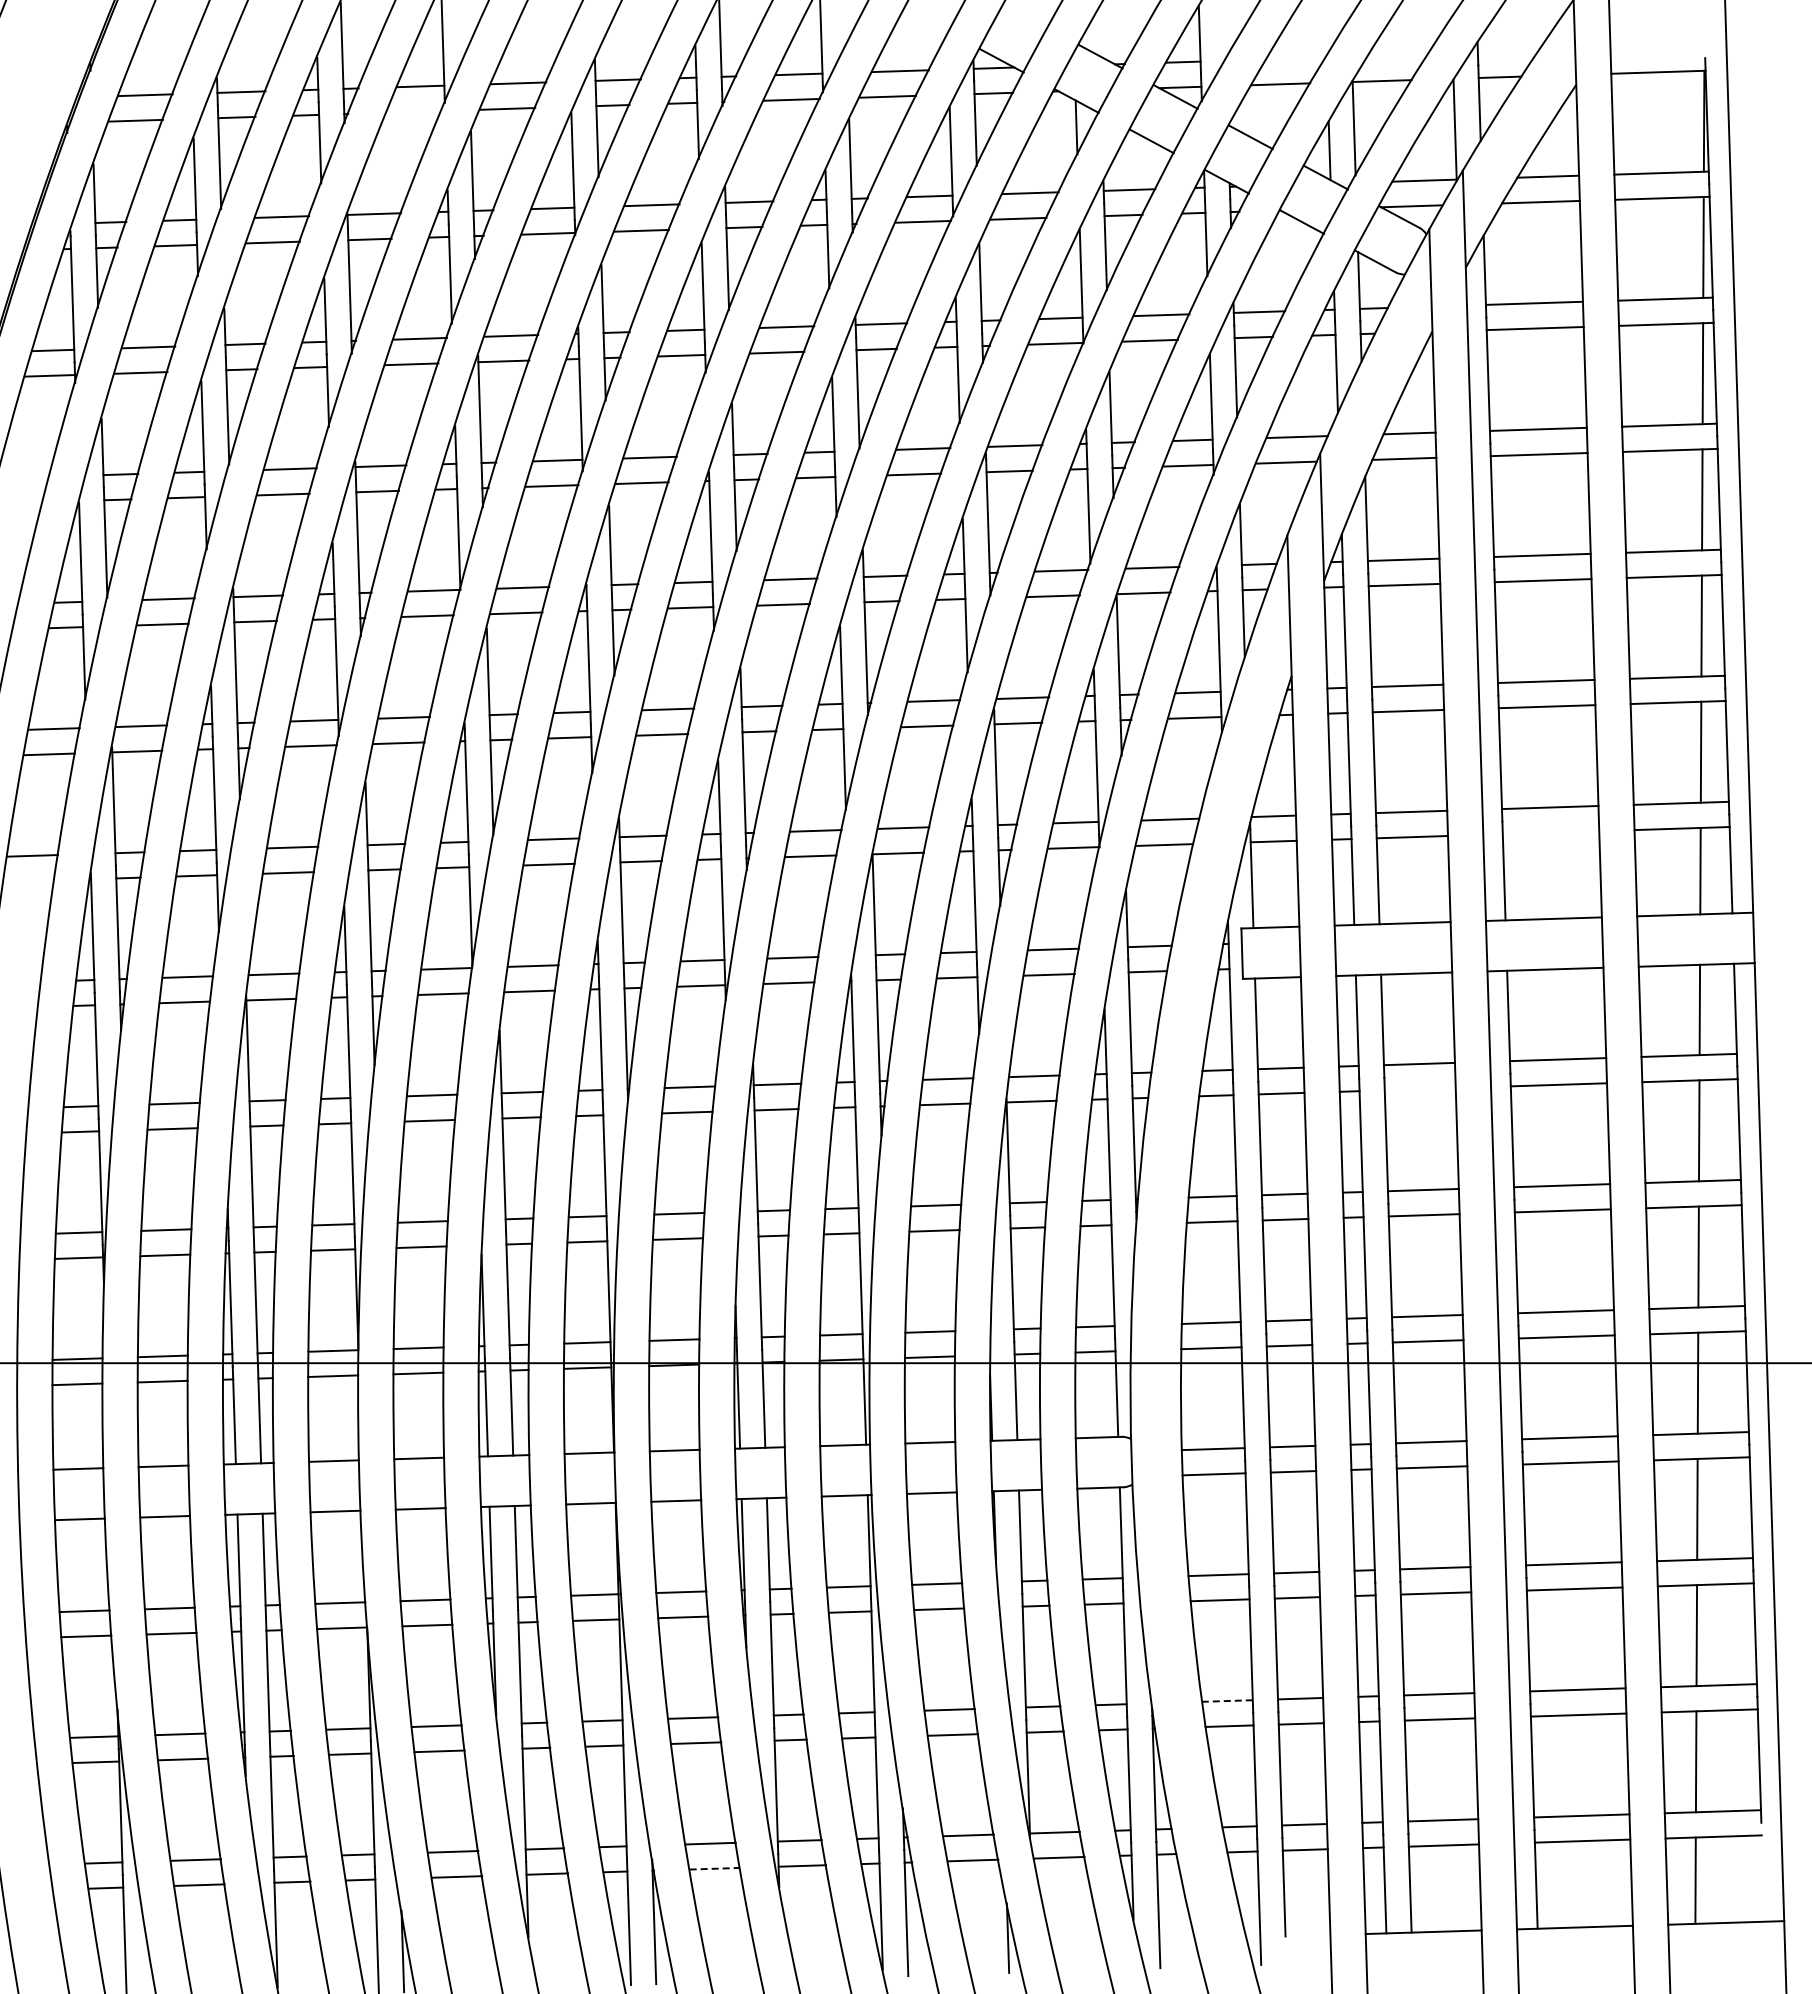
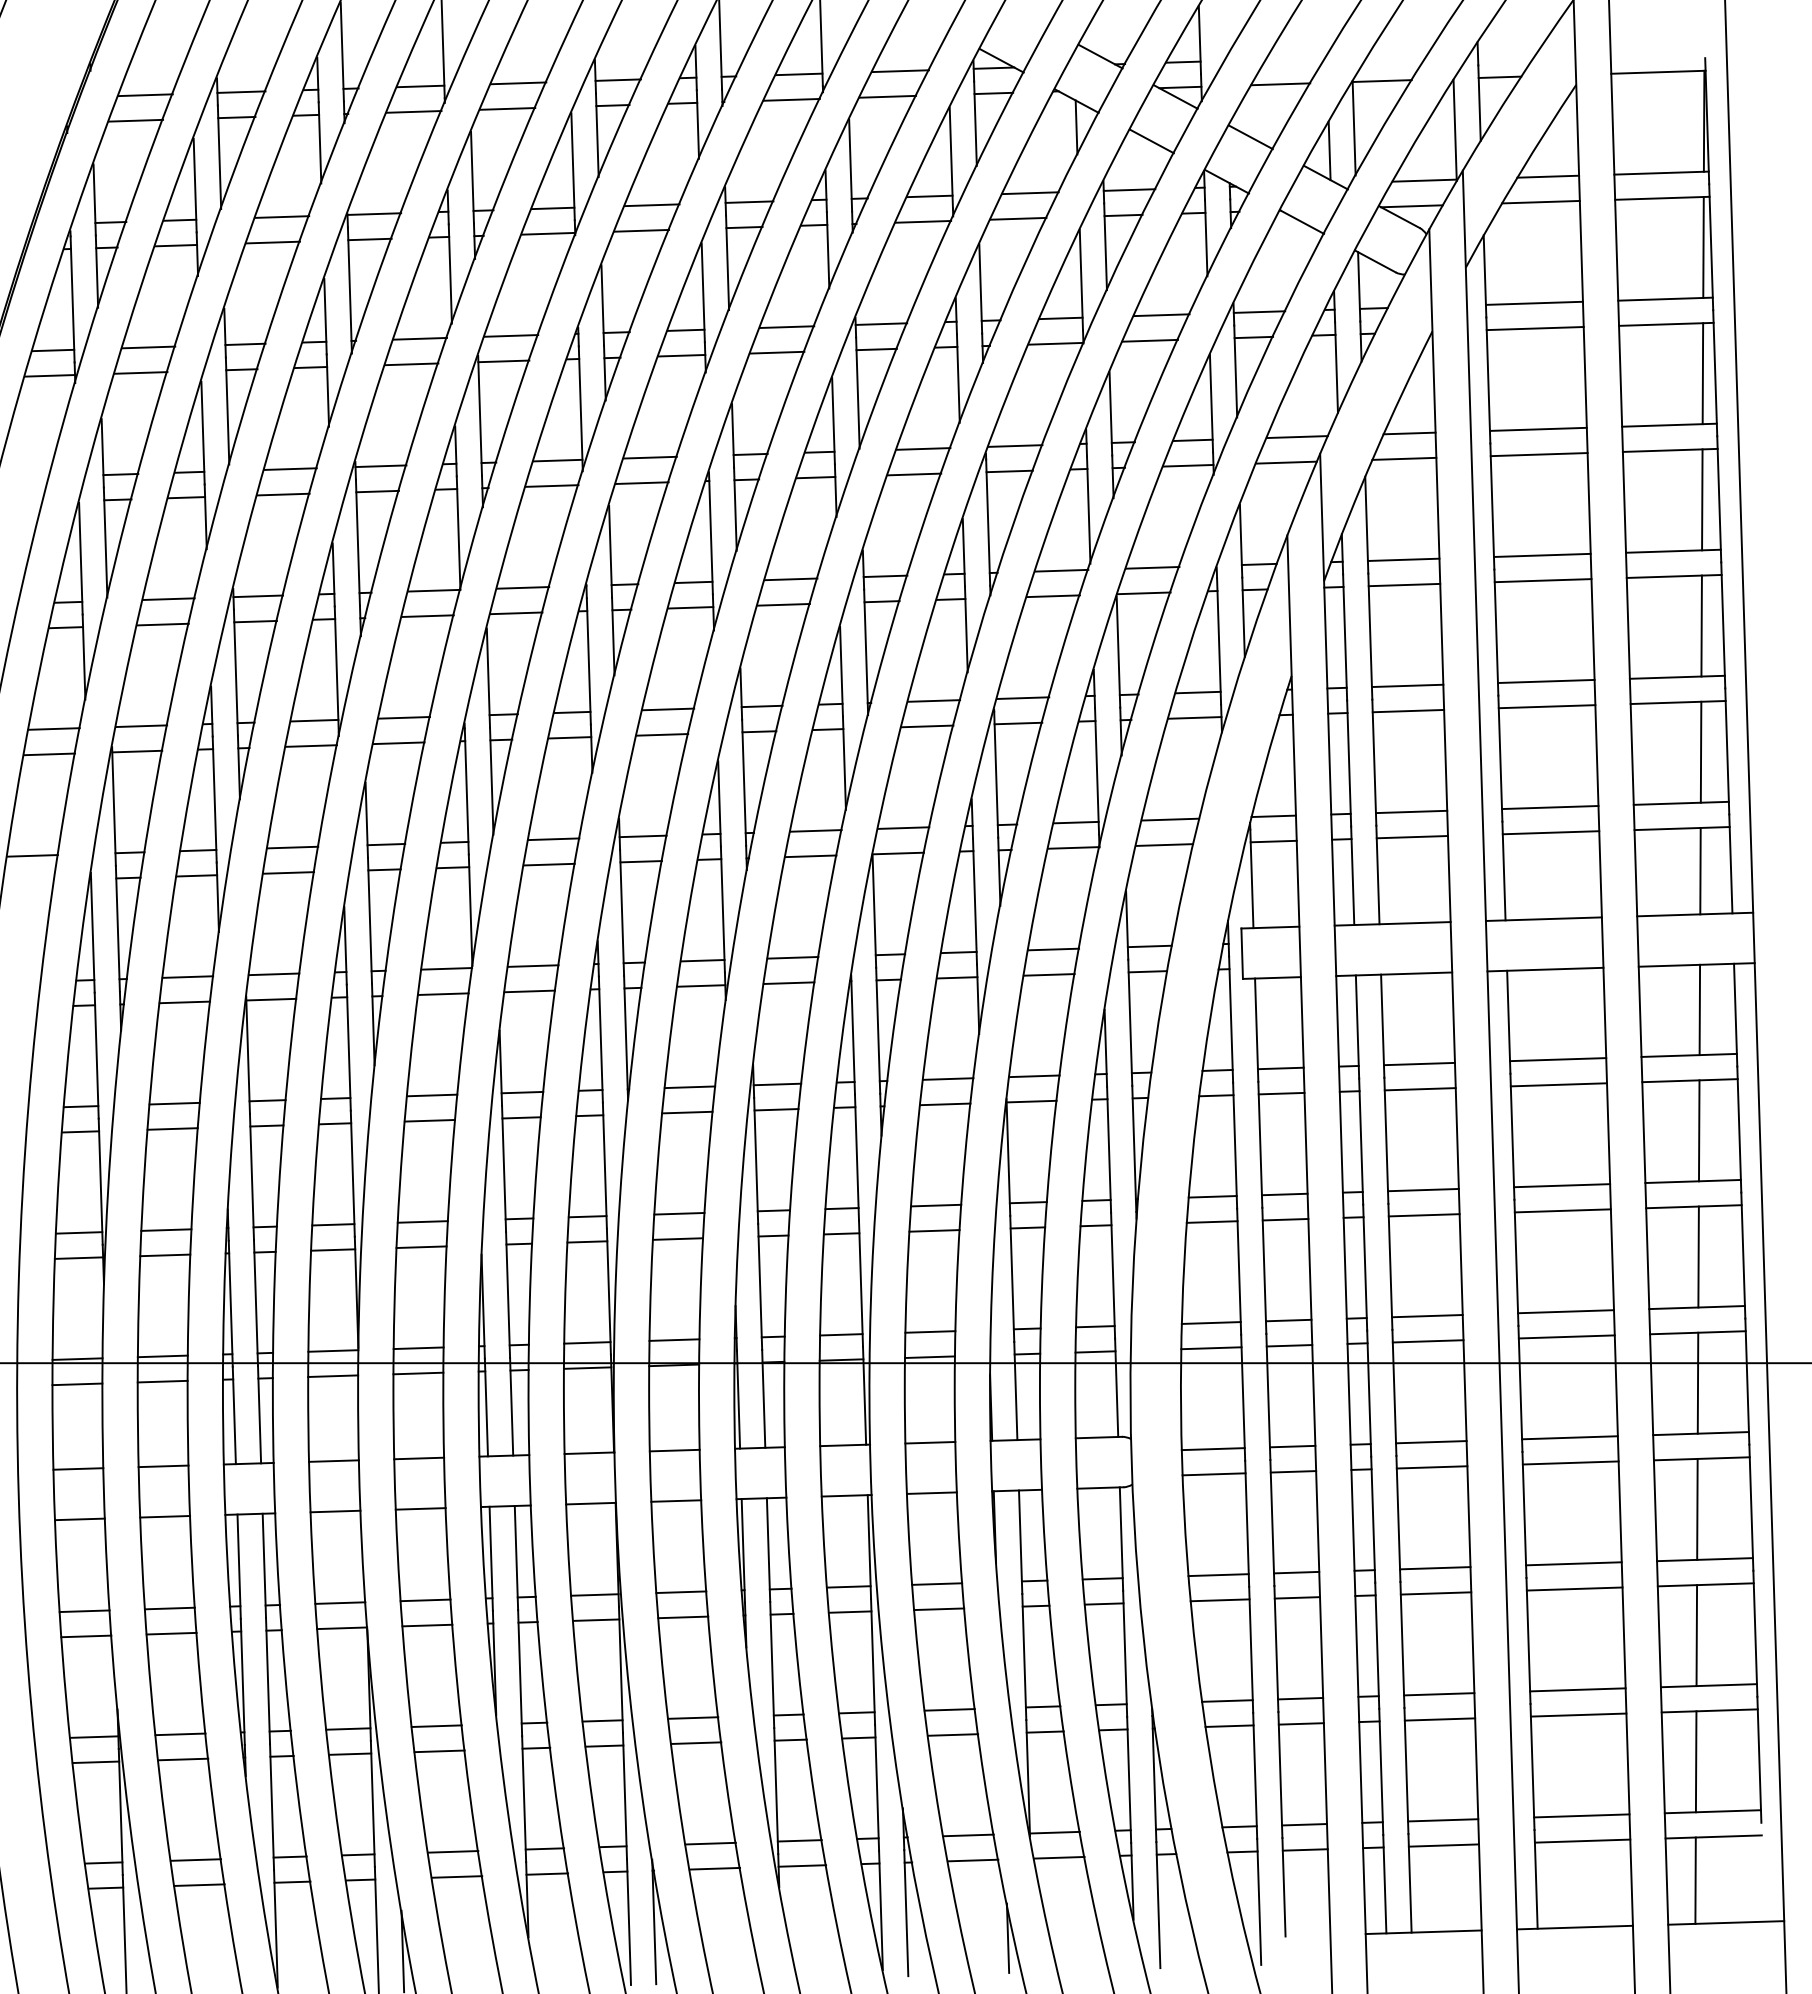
line at (413, 111): none -> present
line at (1550, 832): none -> present
line at (1419, 1089): none -> present
line at (1226, 1701): dashed -> solid
line at (715, 1868): dashed -> solid
